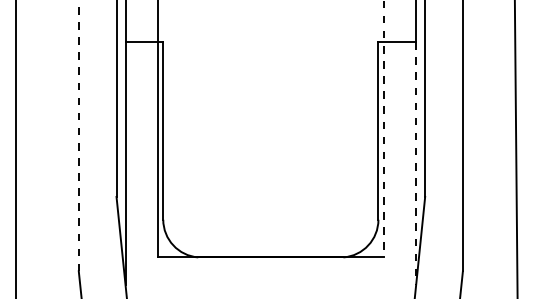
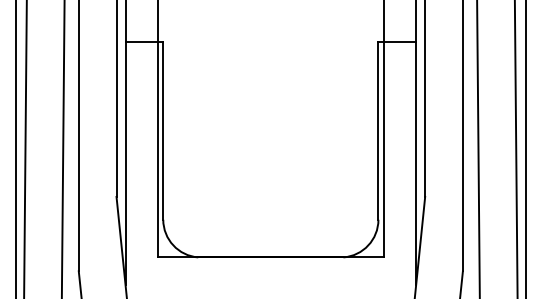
line at (384, 129): dashed -> solid
line at (78, 135): dashed -> solid
line at (25, 148): none -> present
line at (62, 148): none -> present
line at (478, 148): none -> present
line at (525, 148): none -> present
line at (416, 164): dashed -> solid
